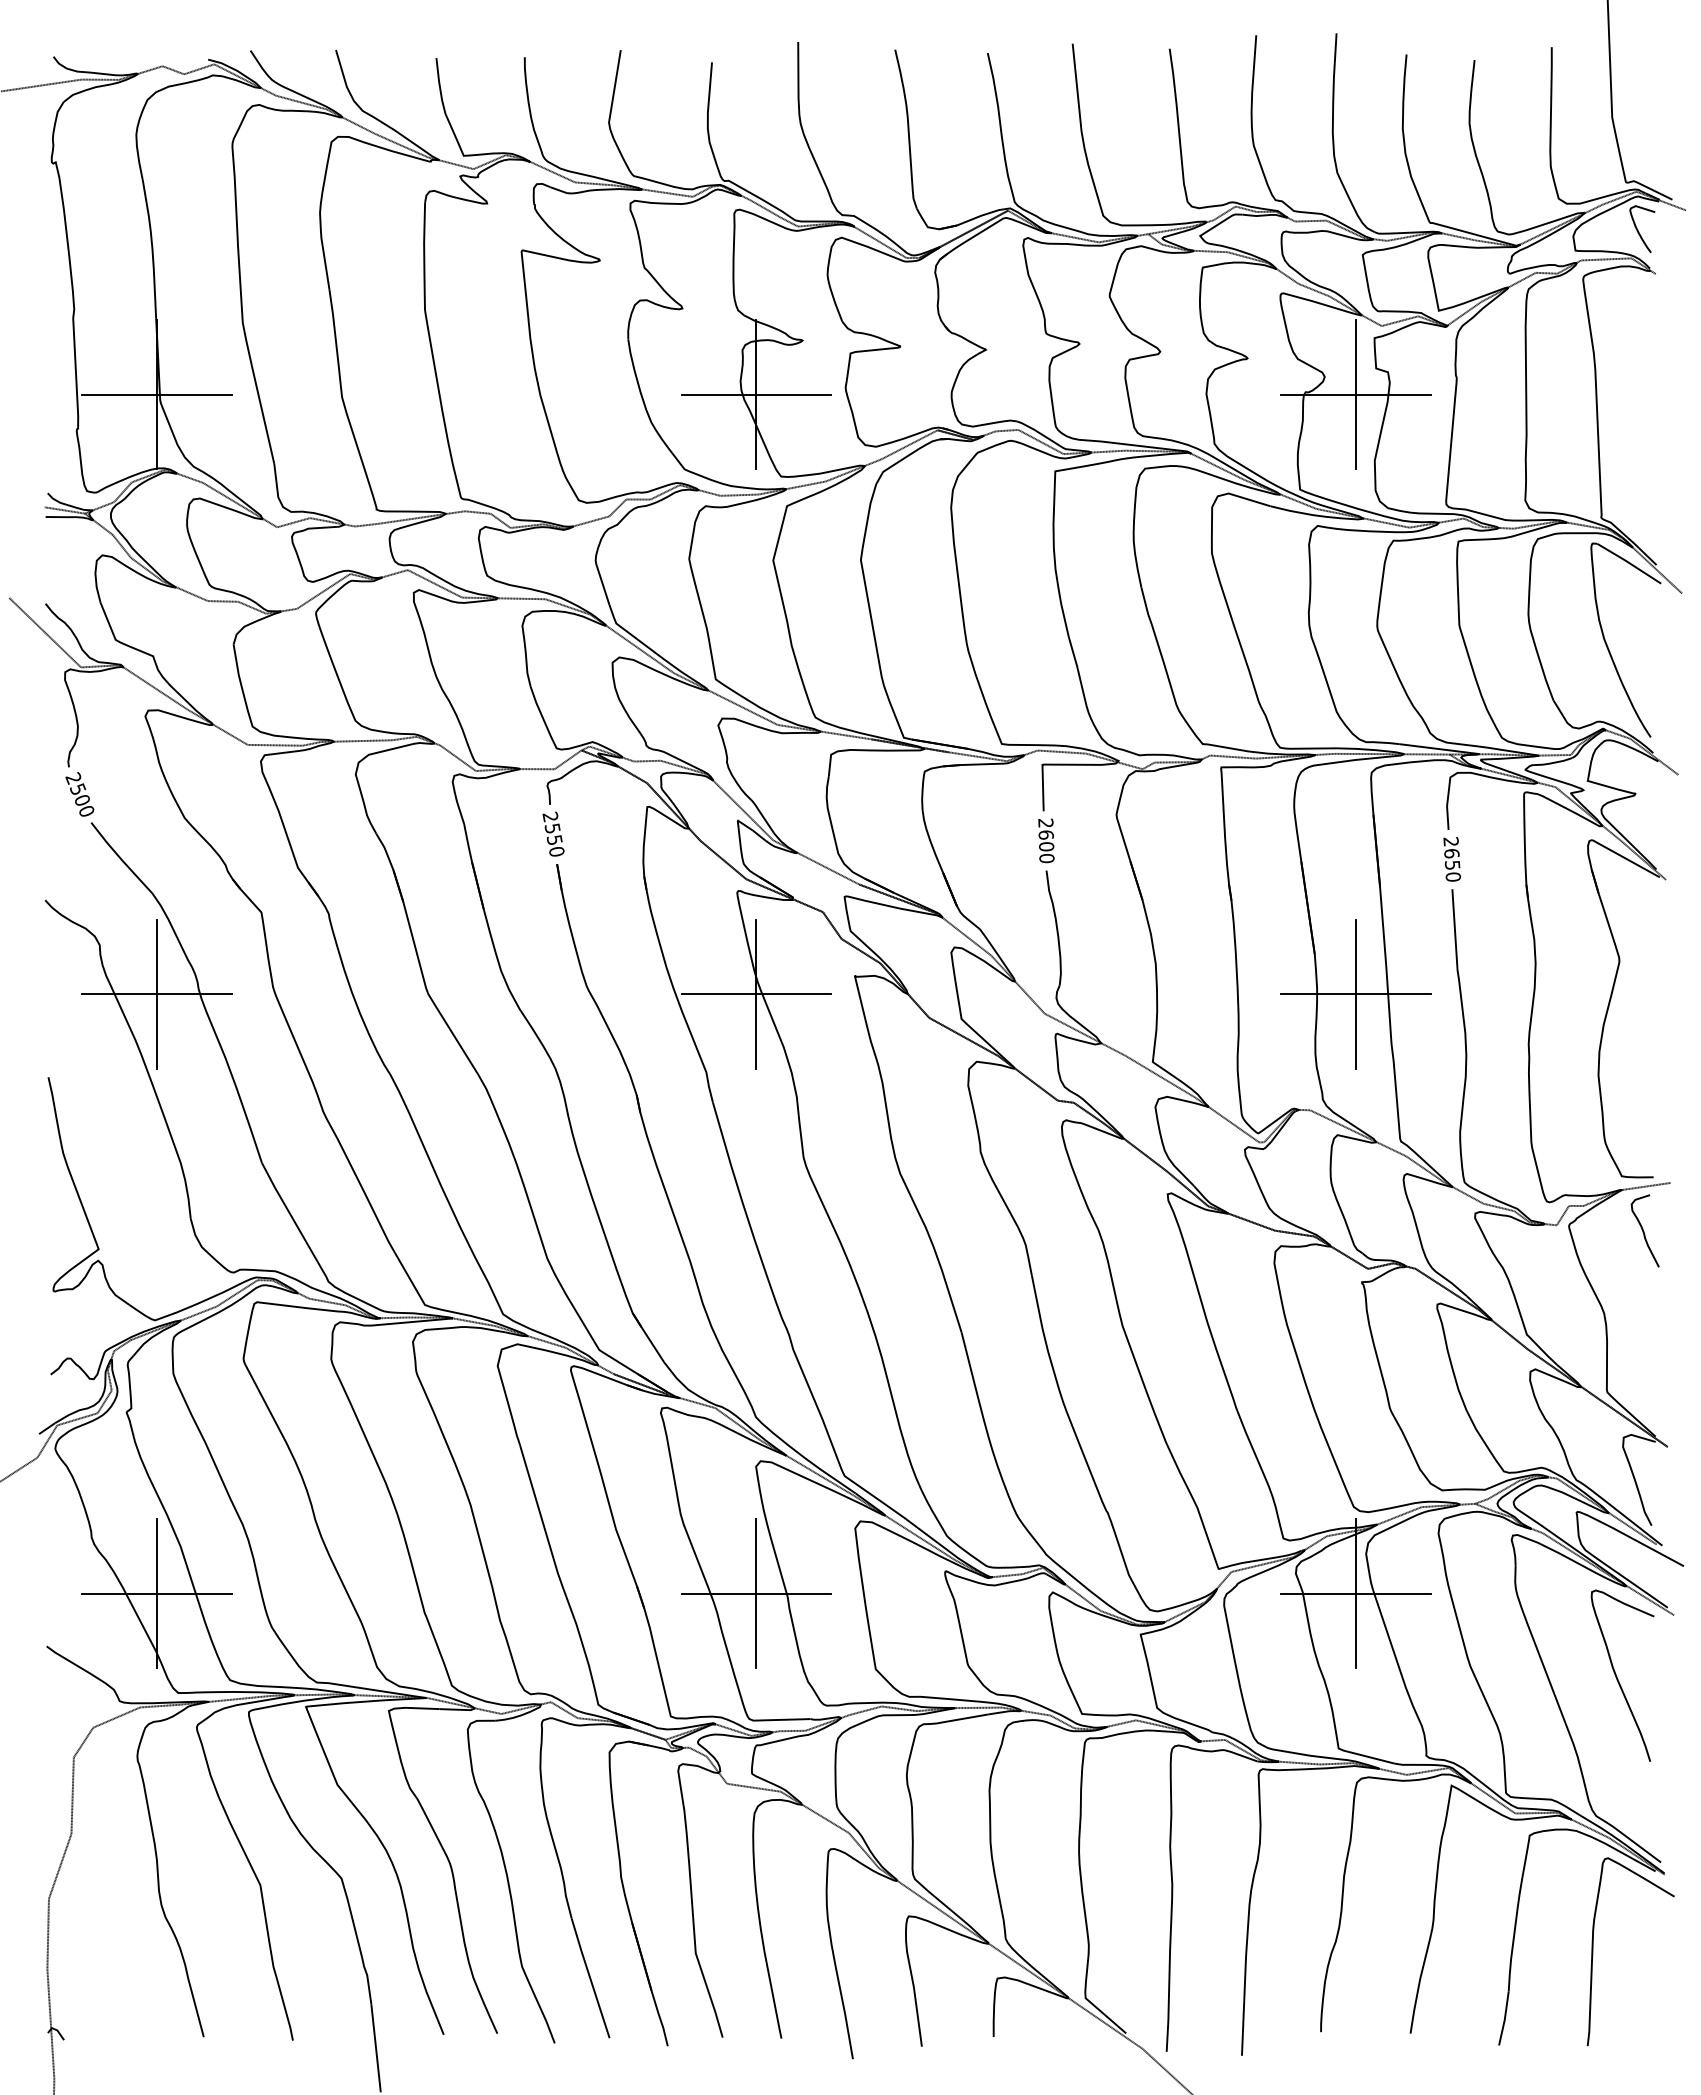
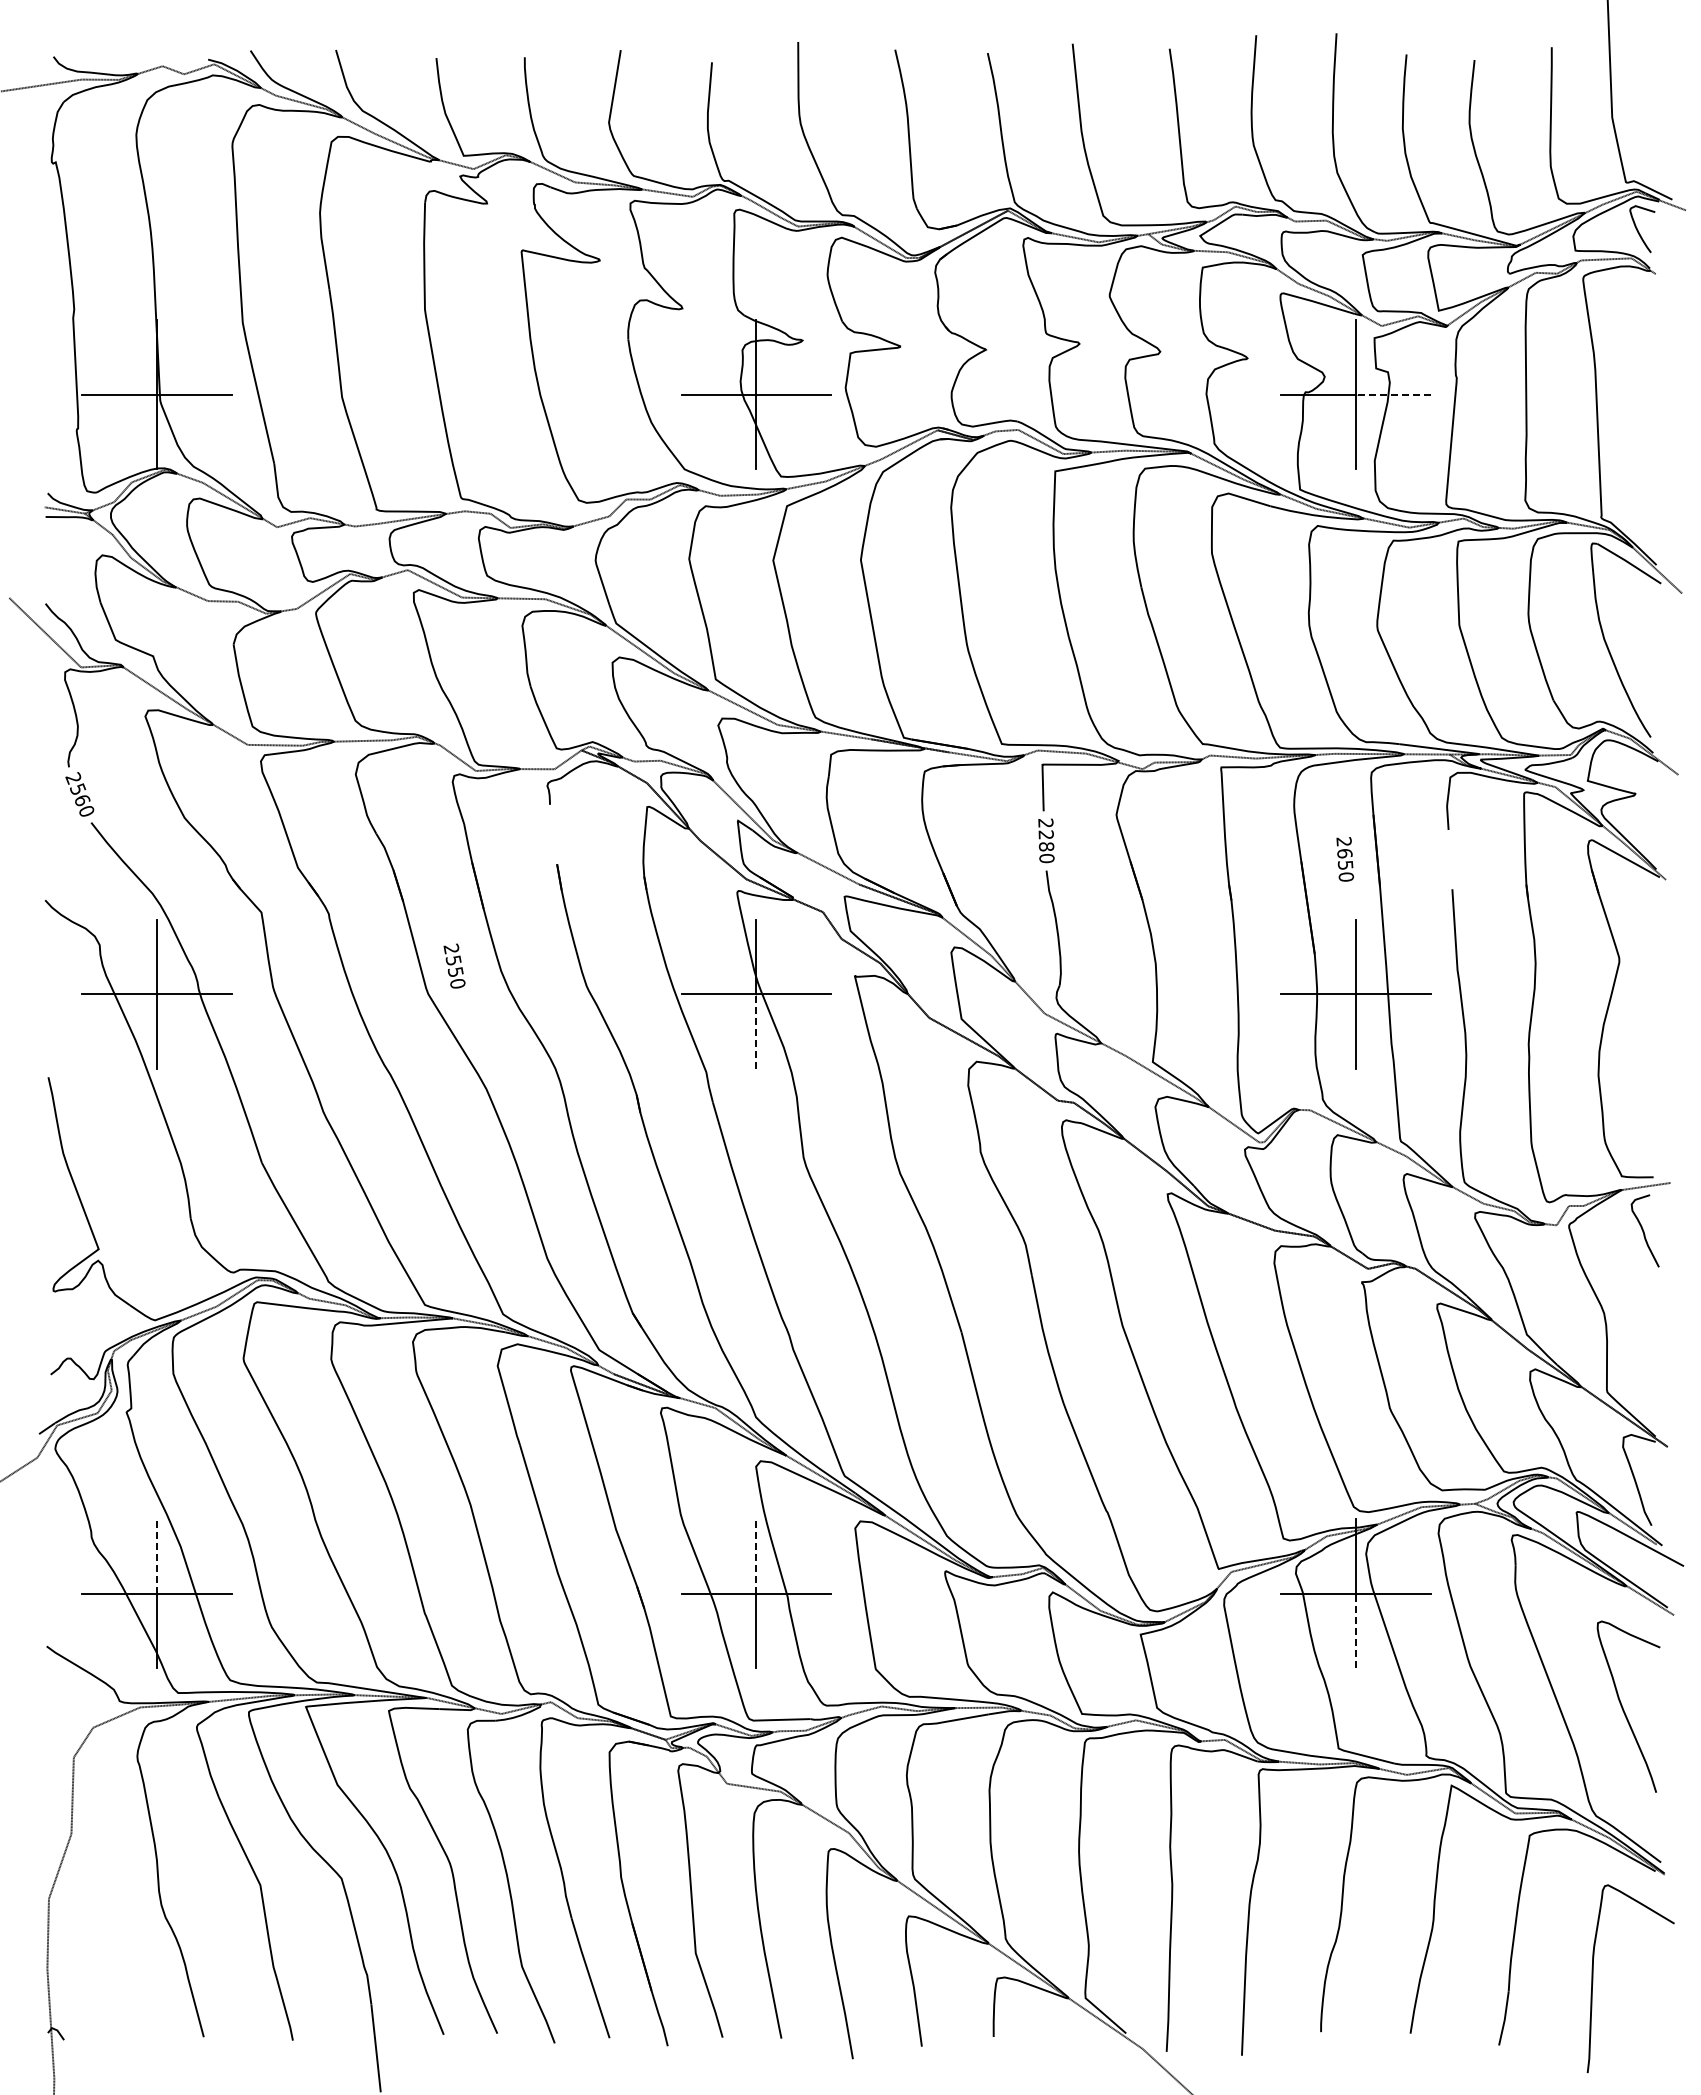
line at (1392, 394): solid -> dashed
text at (83, 800): 2500 -> 2560
text at (553, 833) position: (553, 833) -> (454, 965)
text at (1045, 840): 2600 -> 2280
text at (1451, 859) position: (1451, 859) -> (1344, 859)
line at (756, 1030): solid -> dashed
line at (157, 1556): solid -> dashed
line at (756, 1556): solid -> dashed
line at (1355, 1630): solid -> dashed
curve at (1617, 1676) position: (1617, 1676) -> (1623, 1707)
curve at (1593, 1951) position: (1593, 1951) -> (1593, 1978)
